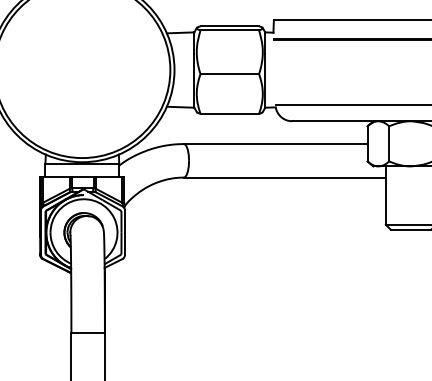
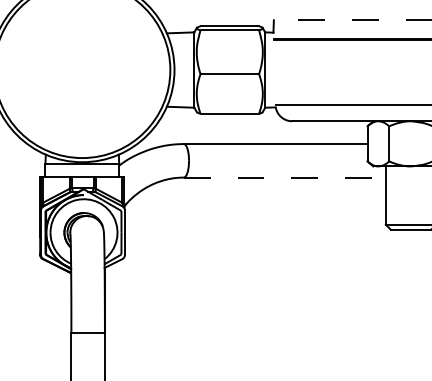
line at (352, 20): solid -> dashed
line at (284, 177): solid -> dashed
